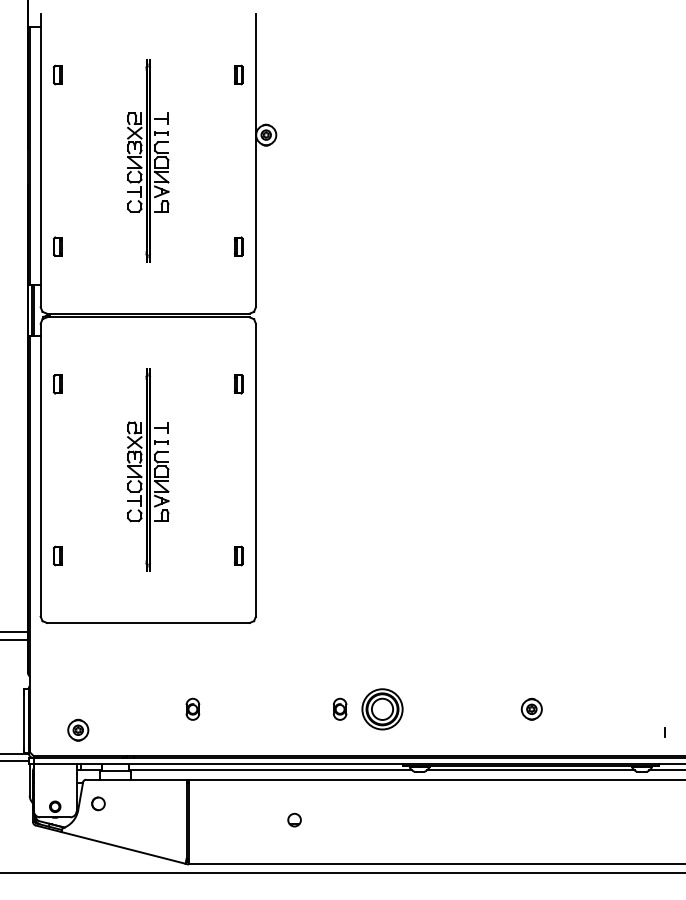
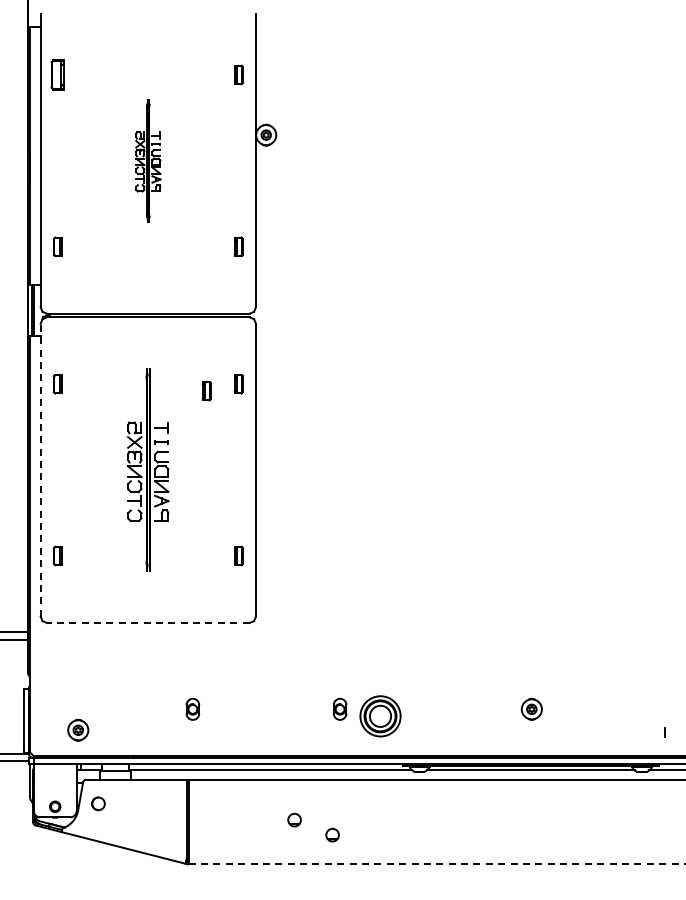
part at (57, 74) size: 10x22 px -> 15x32 px
part at (148, 160) size: 43x204 px -> 27x124 px
part at (206, 391): none -> present
line at (40, 469): solid -> dashed
line at (147, 623): solid -> dashed
part at (382, 709) position: (382, 709) -> (380, 716)
part at (332, 834): none -> present
line at (437, 864): solid -> dashed
line at (342, 872): present -> none
